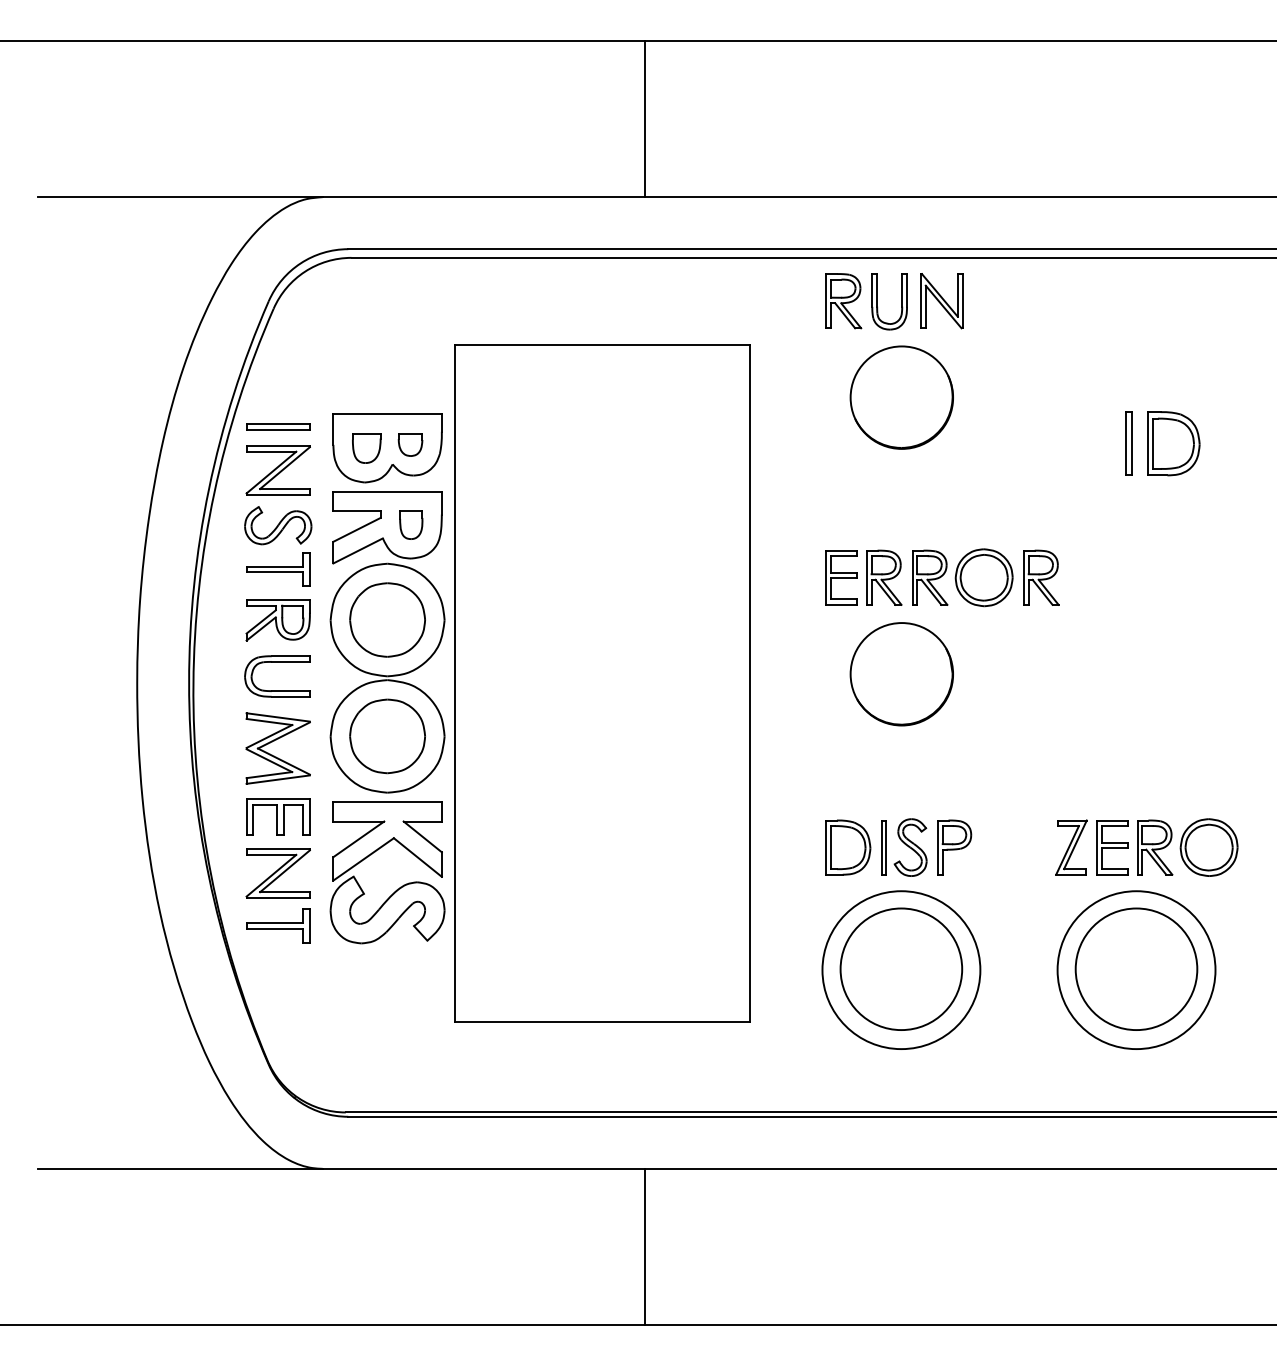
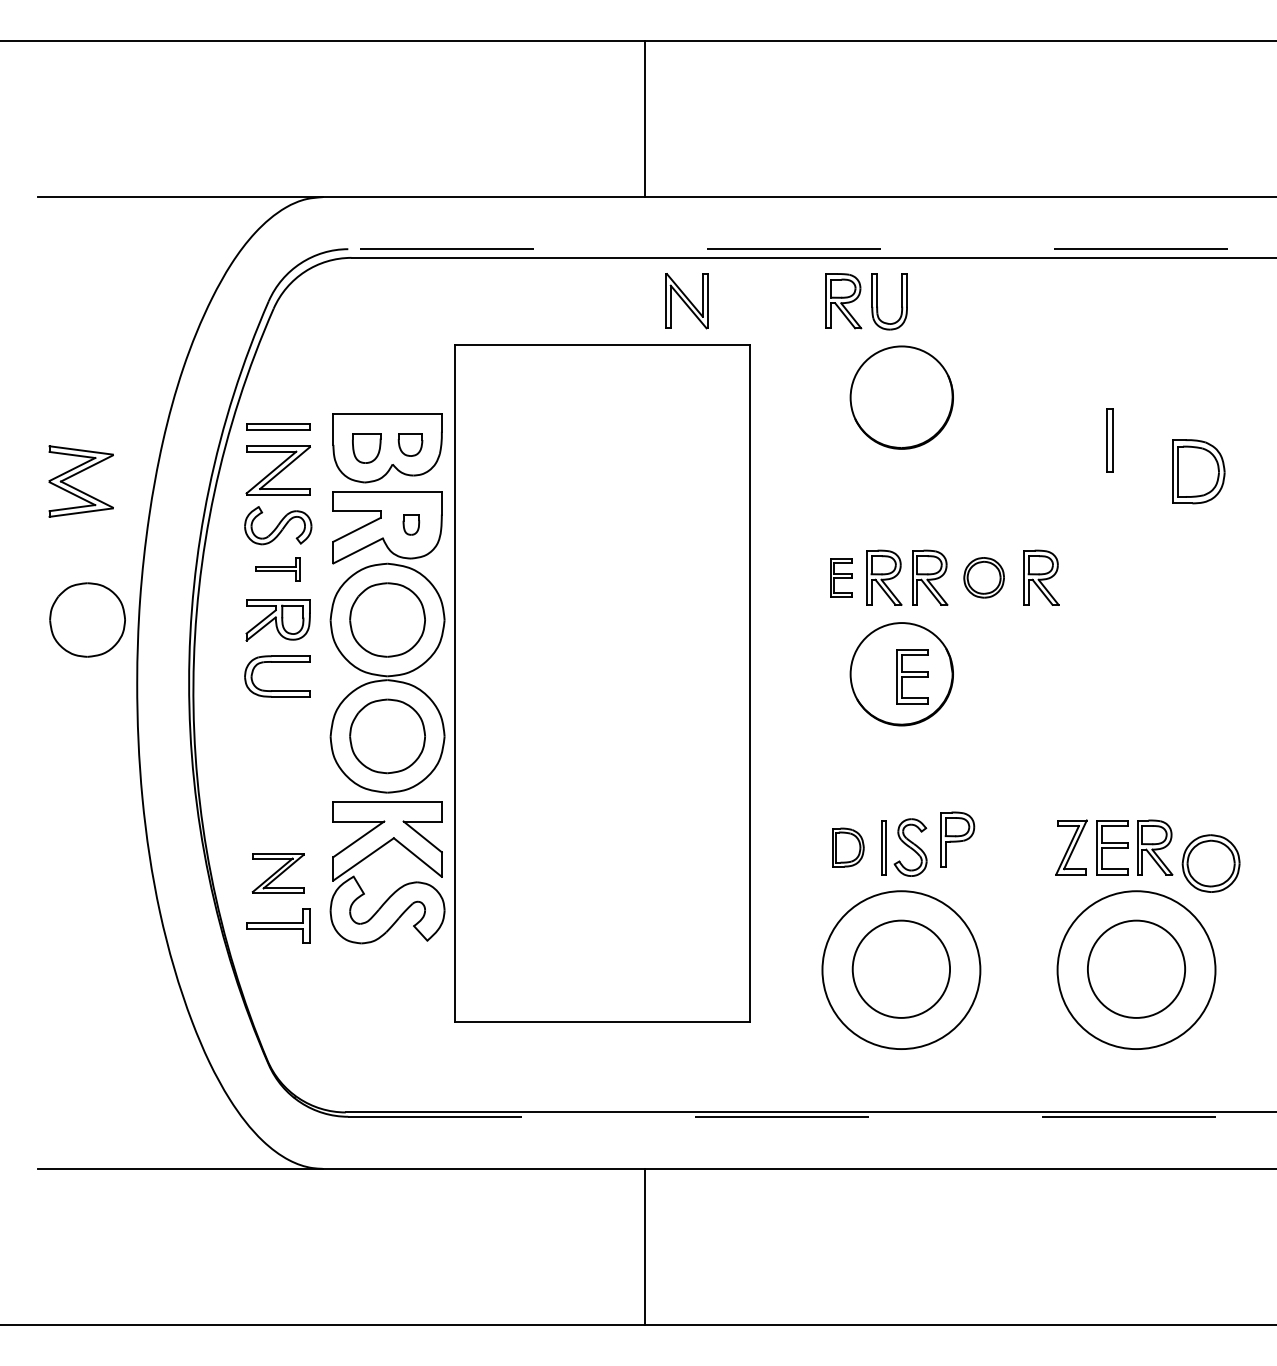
line at (812, 249): solid -> dashed
part at (941, 301) position: (941, 301) -> (686, 301)
part at (1128, 443) position: (1128, 443) -> (1109, 440)
part at (1173, 443) position: (1173, 443) -> (1198, 471)
part at (411, 524) size: 25x30 px -> 19x22 px
part at (278, 569) size: 65x35 px -> 46x25 px
part at (841, 577) size: 33x56 px -> 23x40 px
part at (983, 577) size: 60x60 px -> 42x42 px
part at (87, 619): none -> present
part at (912, 676): none -> present
part at (274, 741) position: (274, 741) -> (77, 474)
part at (278, 816): present -> none
part at (848, 847) size: 47x57 px -> 33x41 px
part at (954, 847) position: (954, 847) -> (957, 839)
part at (1208, 847) position: (1208, 847) -> (1210, 863)
part at (277, 873) size: 66x51 px -> 54x41 px
circle at (901, 969) diameter: 122 px -> 97 px
circle at (1136, 969) diameter: 122 px -> 97 px
line at (812, 1116): solid -> dashed
